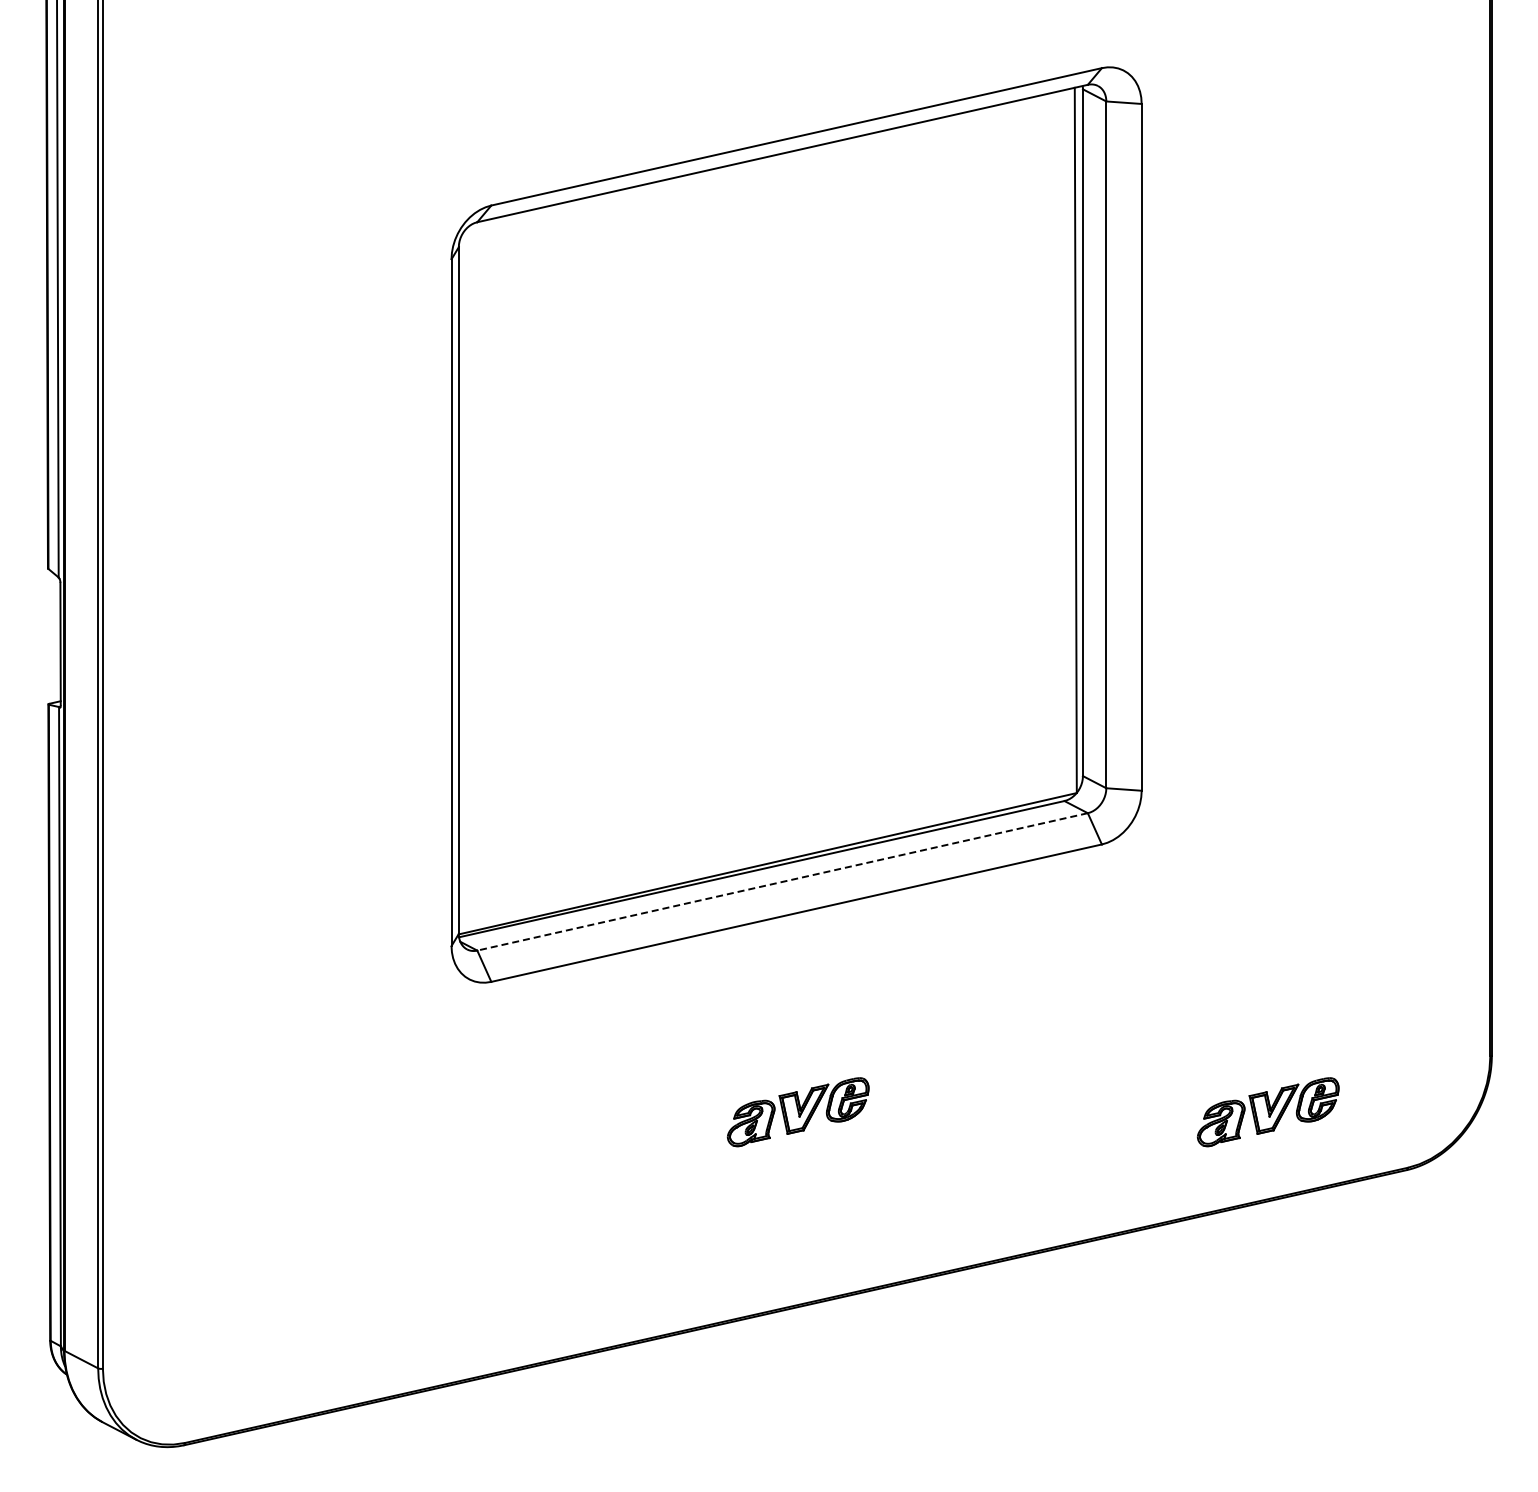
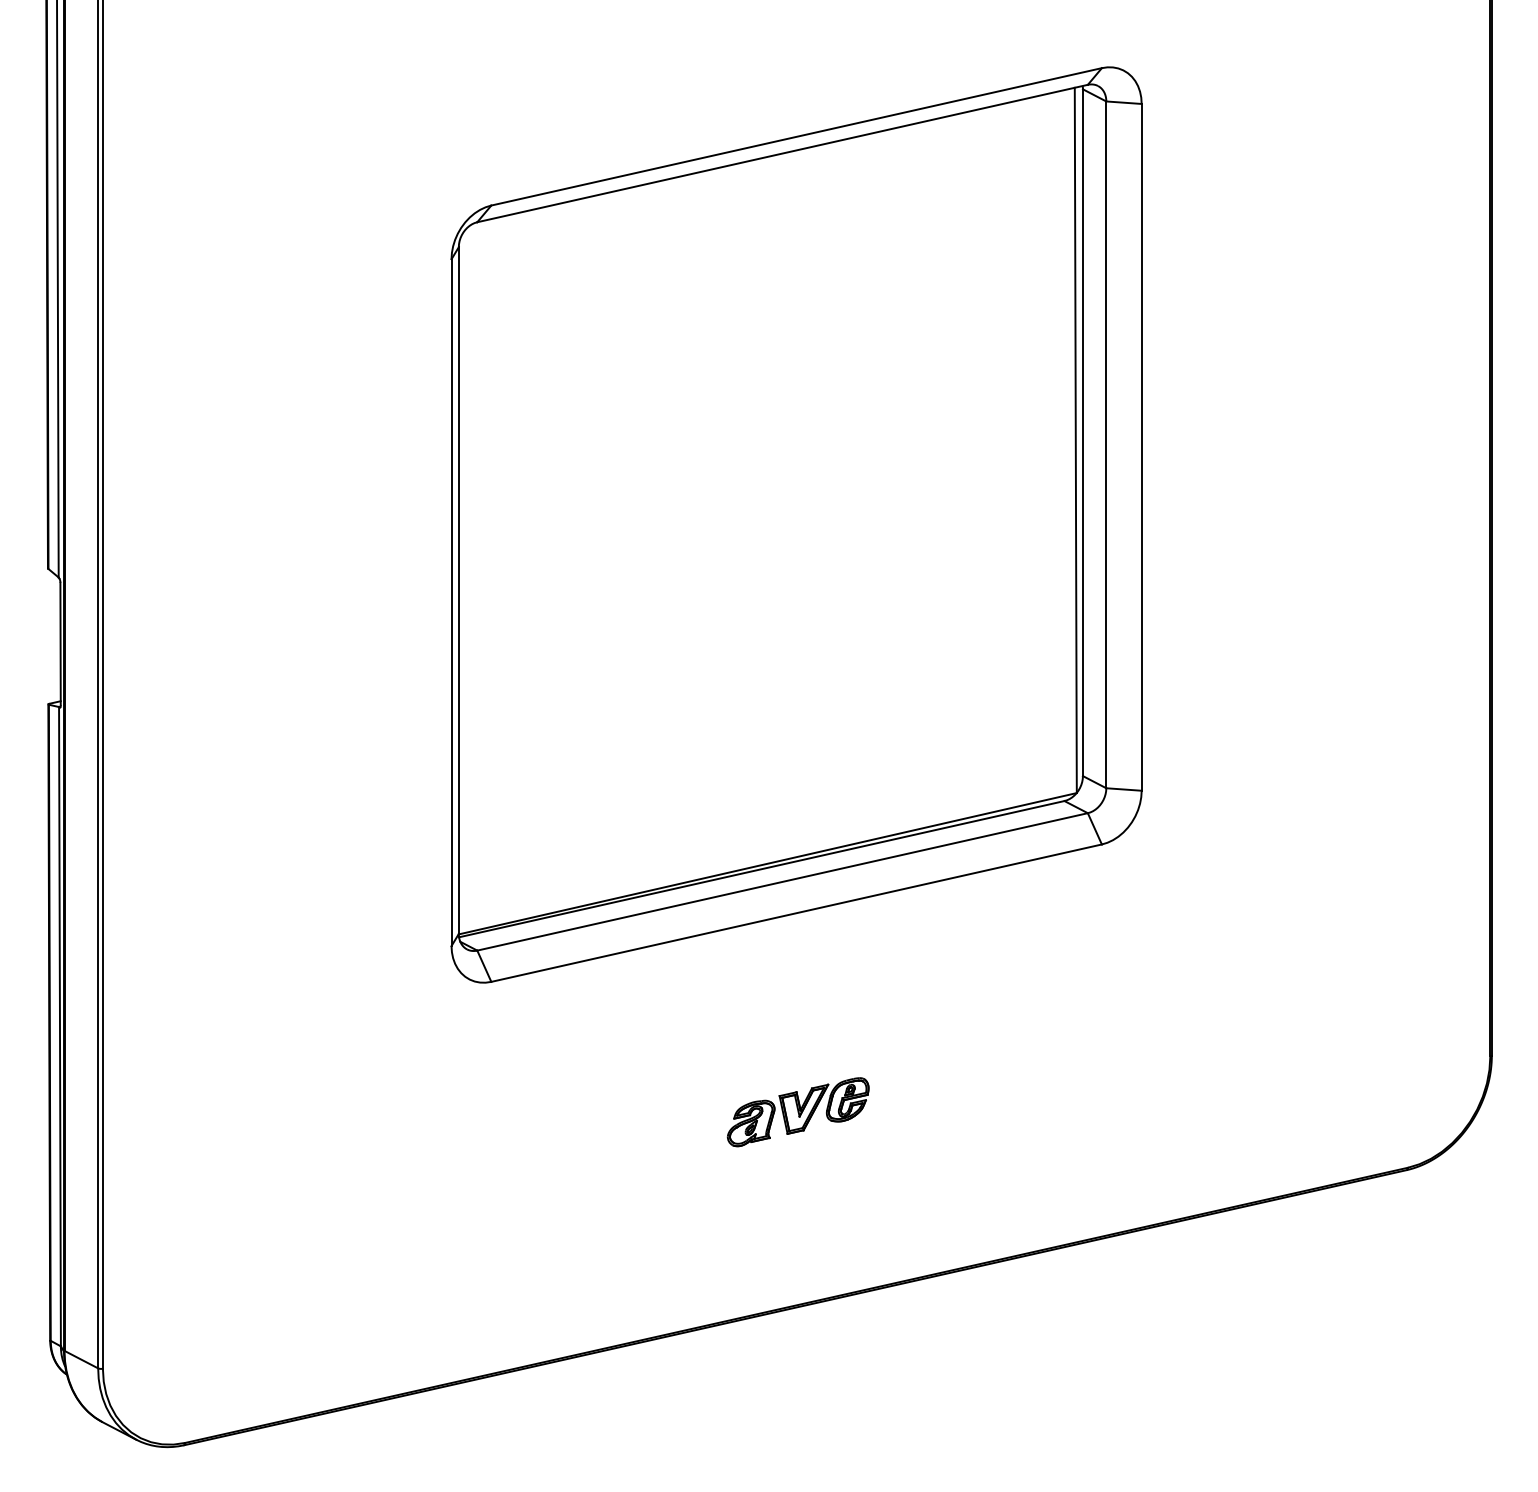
line at (782, 881): dashed -> solid
part at (1267, 1112): present -> none
